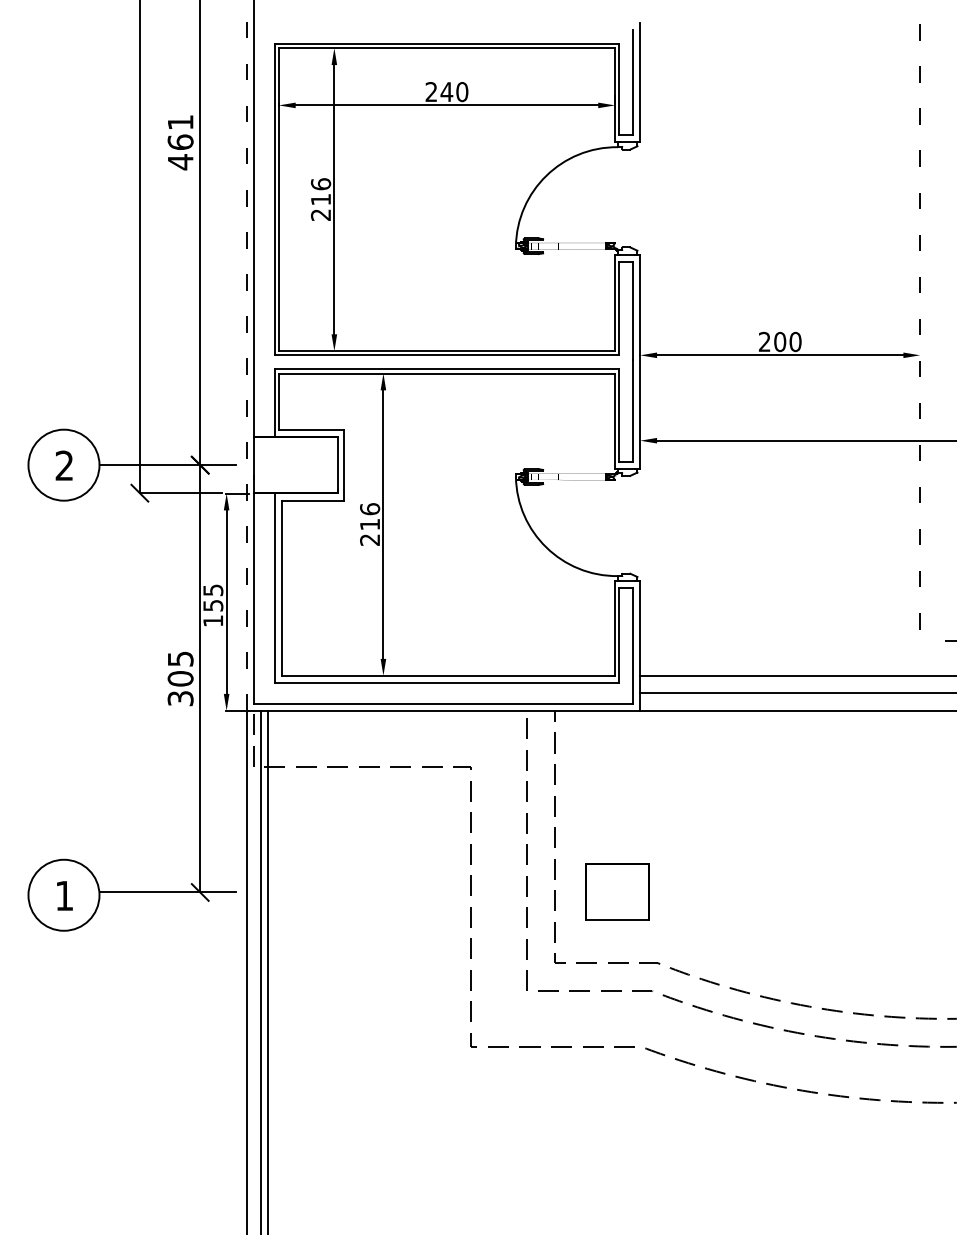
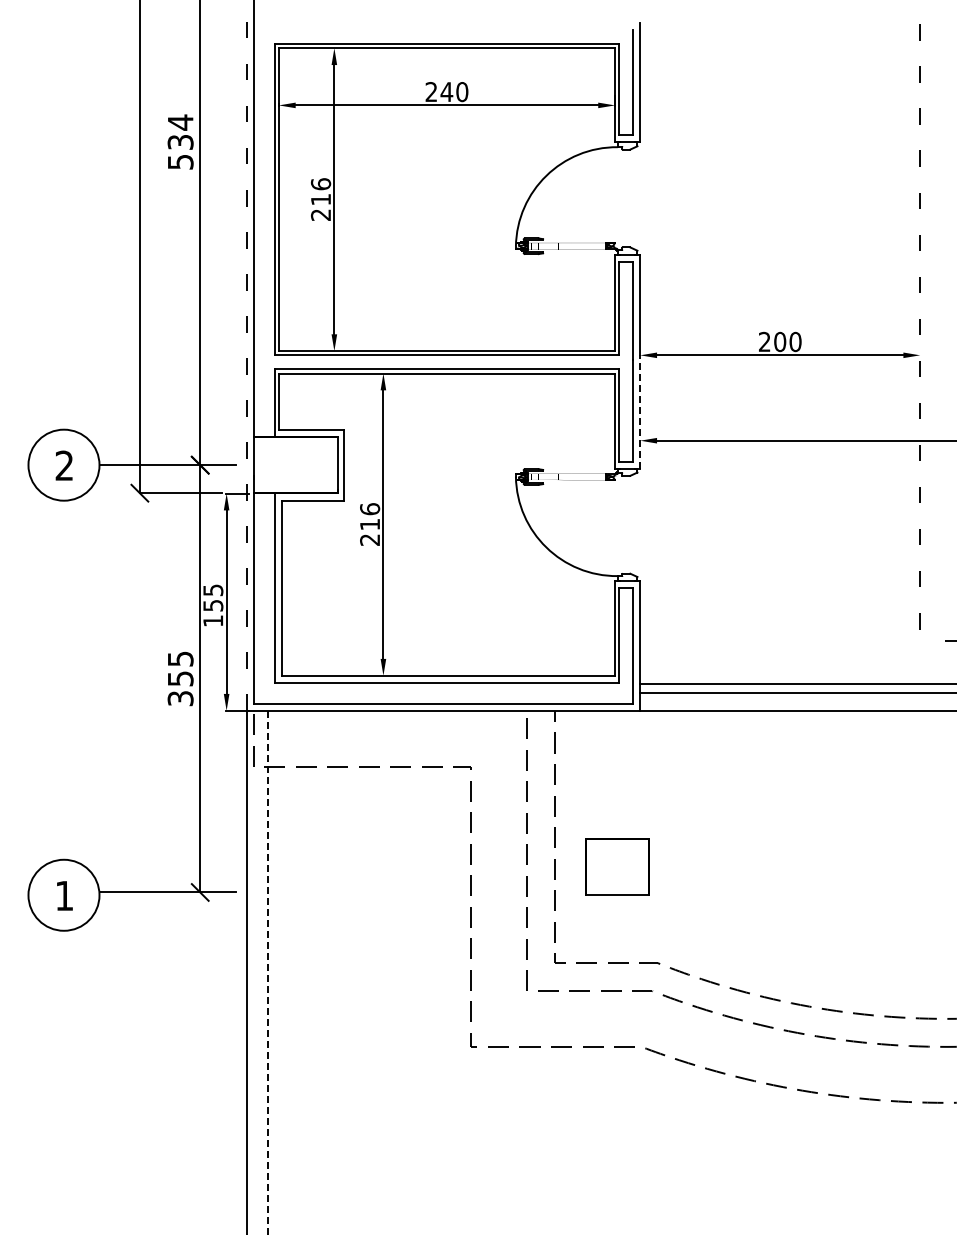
text at (180, 142): 461 -> 534
line at (640, 412): solid -> dashed
line at (796, 675) position: (796, 675) -> (796, 683)
text at (180, 678): 305 -> 355
part at (617, 891) position: (617, 891) -> (617, 866)
line at (260, 970): present -> none
line at (267, 972): solid -> dashed
